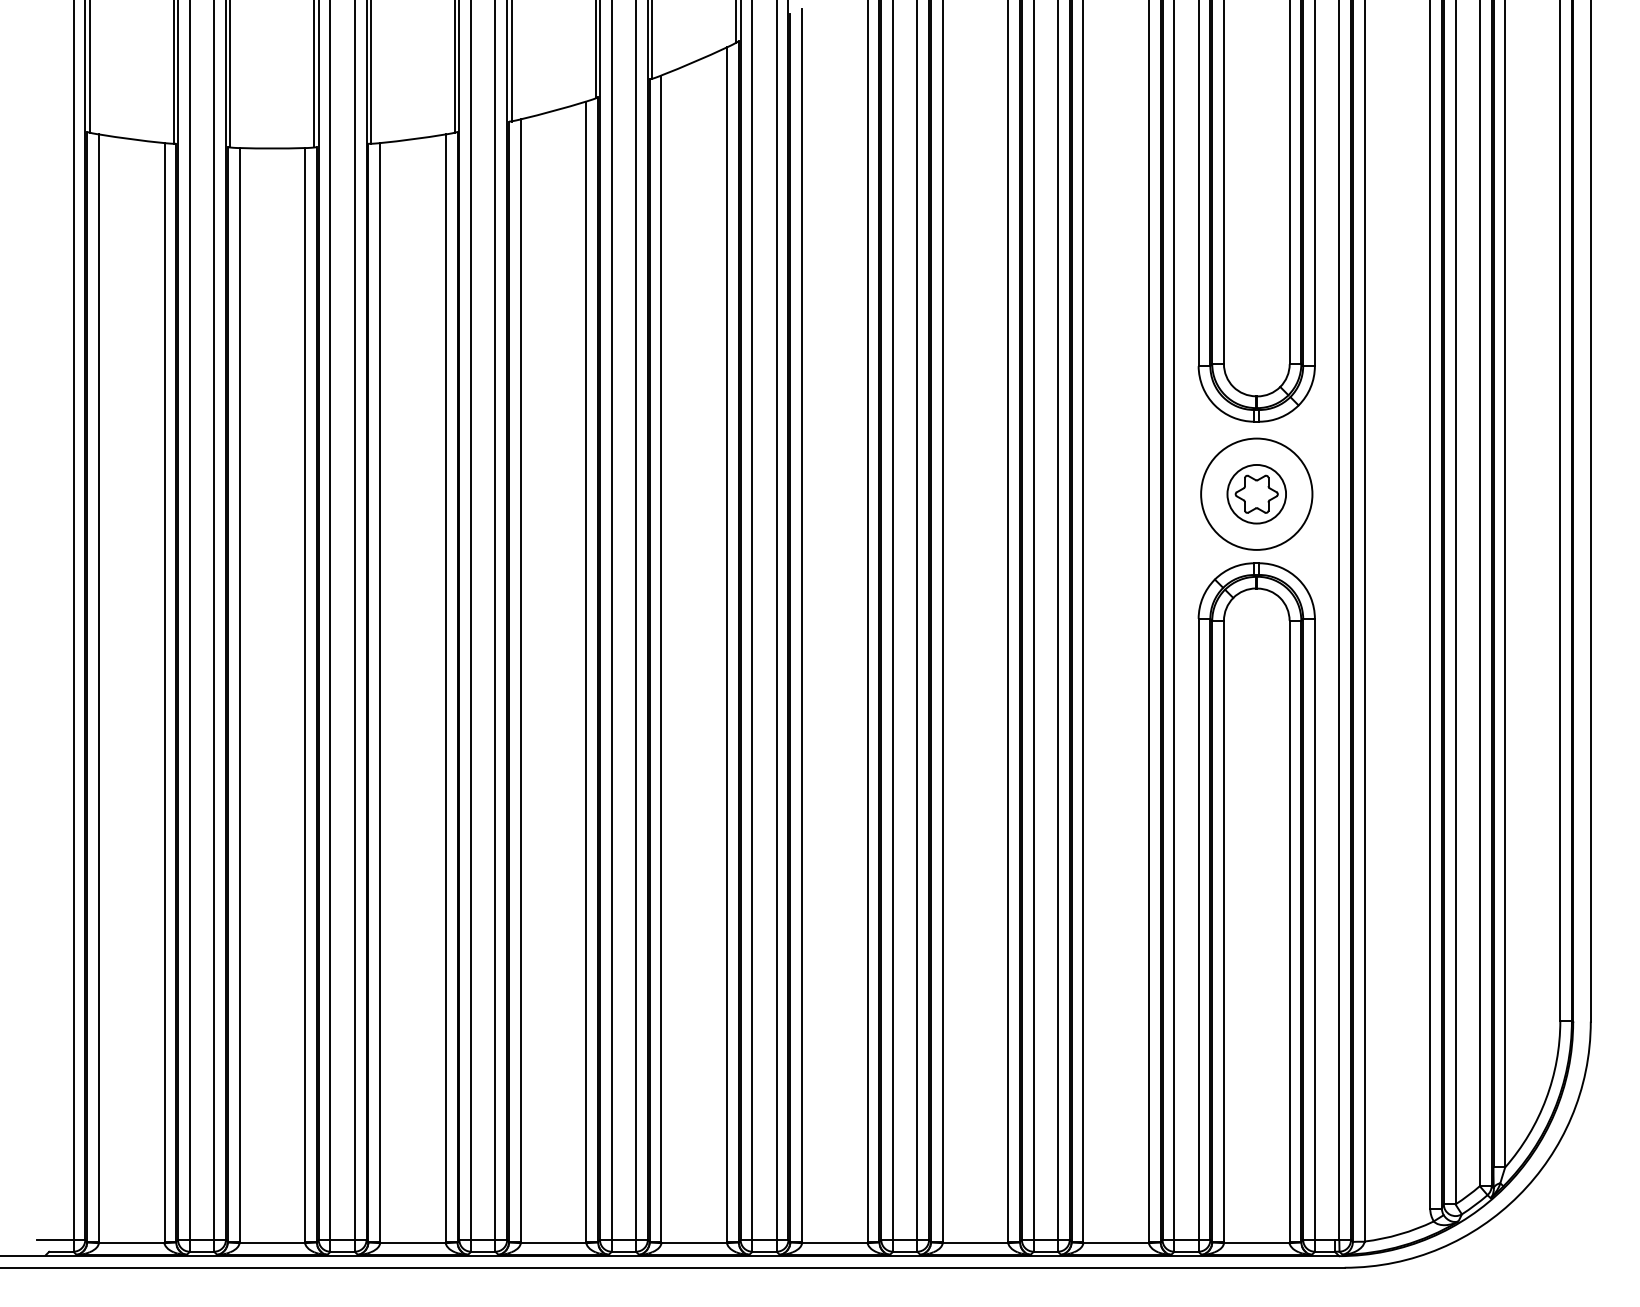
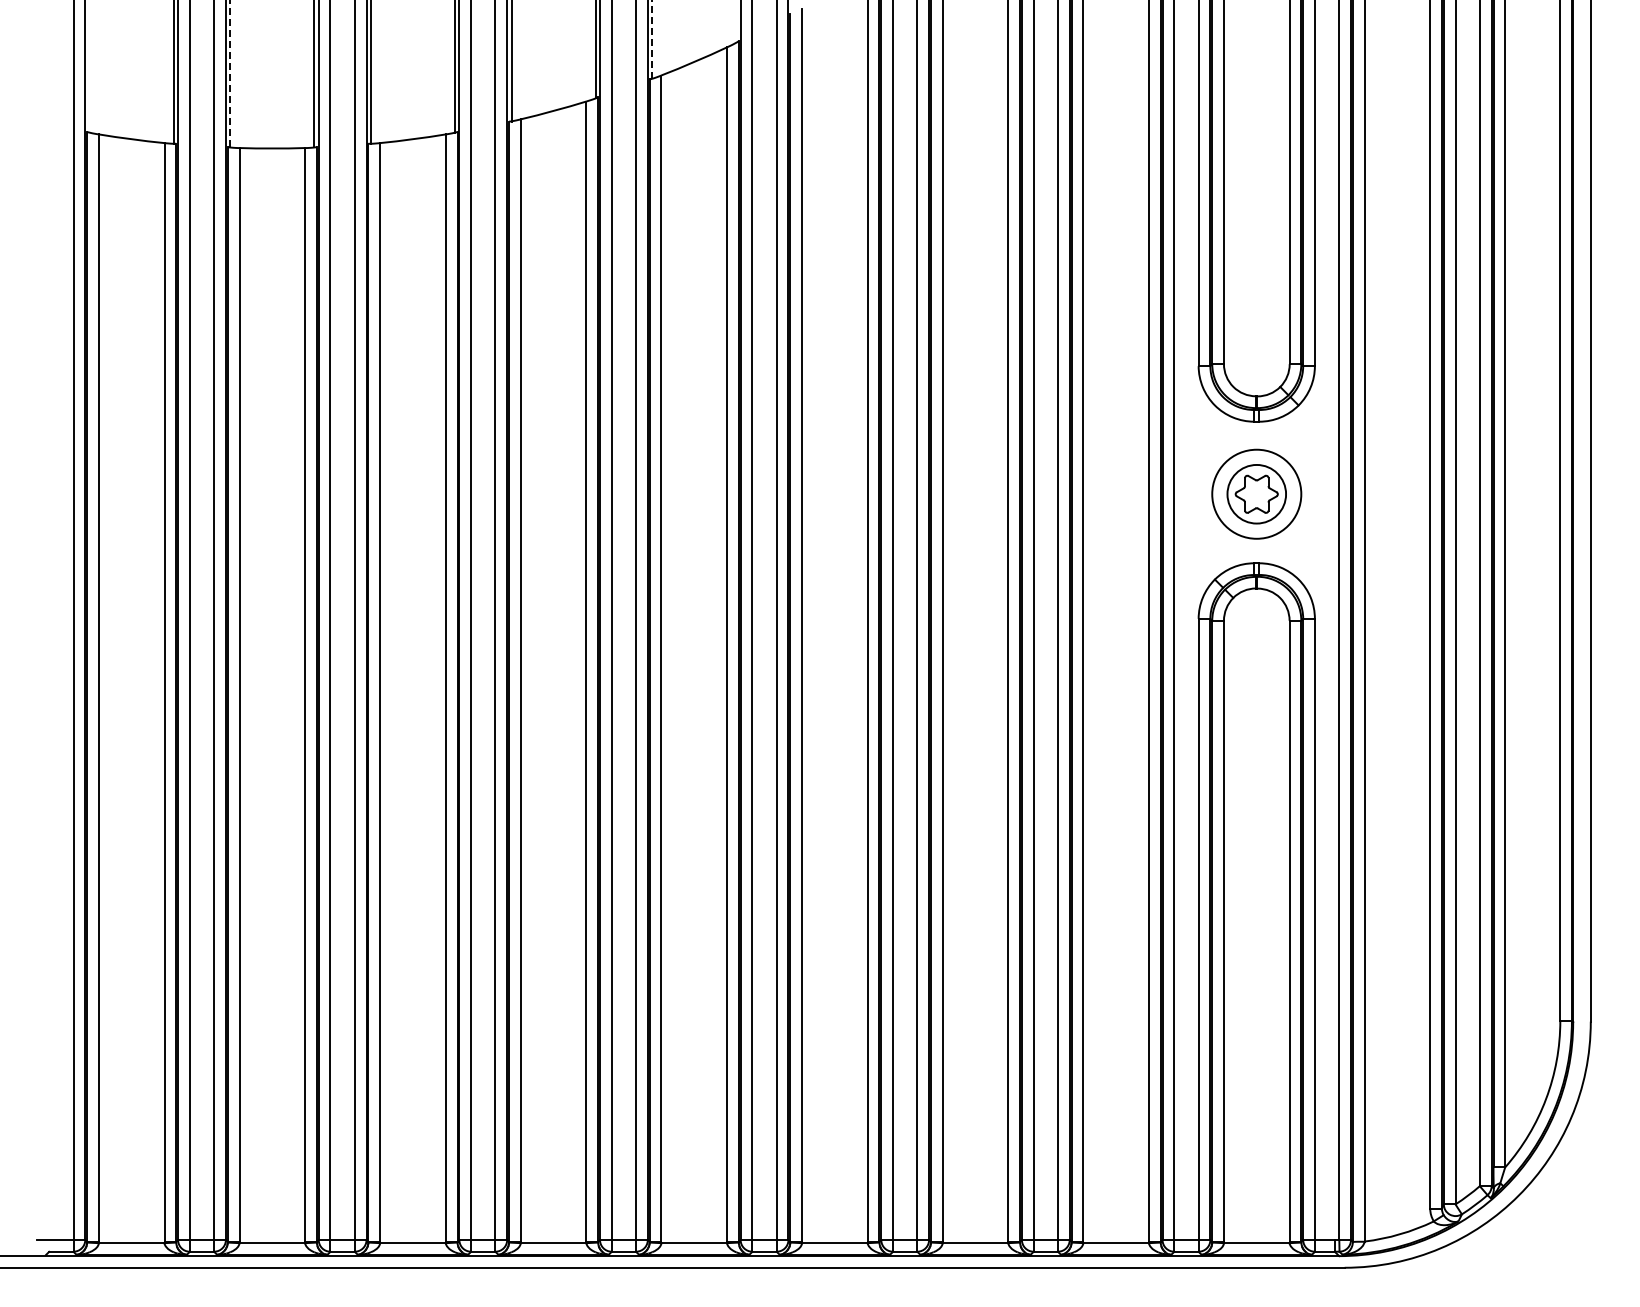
line at (736, 22): present -> none
line at (652, 39): solid -> dashed
line at (89, 67): present -> none
line at (230, 73): solid -> dashed
circle at (1256, 493) diameter: 111 px -> 89 px
